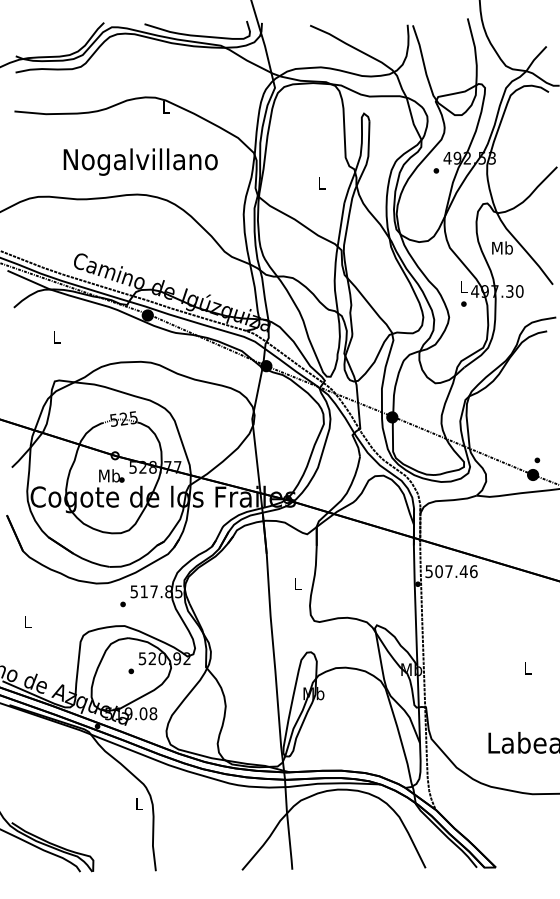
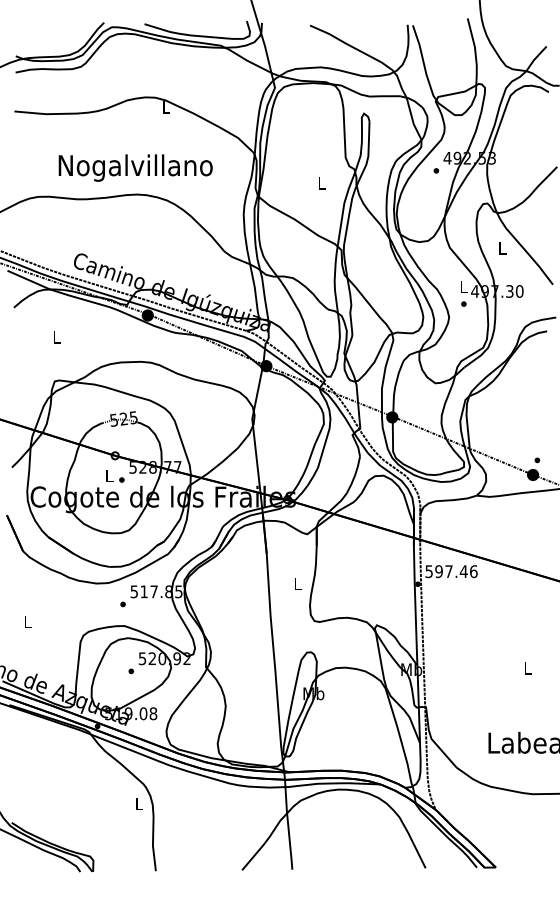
text at (140, 161) position: (140, 161) -> (135, 167)
text at (502, 247): Mb -> L
text at (109, 475): Mb -> L
text at (438, 571): 507.46 -> 597.46
